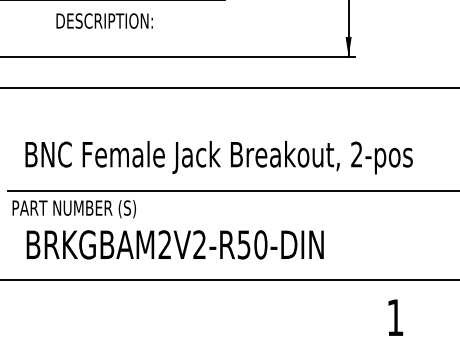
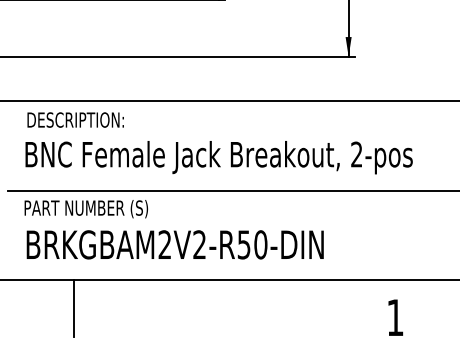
text at (104, 20) position: (104, 20) -> (75, 119)
line at (229, 87) position: (229, 87) -> (229, 100)
text at (73, 209) position: (73, 209) -> (85, 209)
line at (74, 308): none -> present
